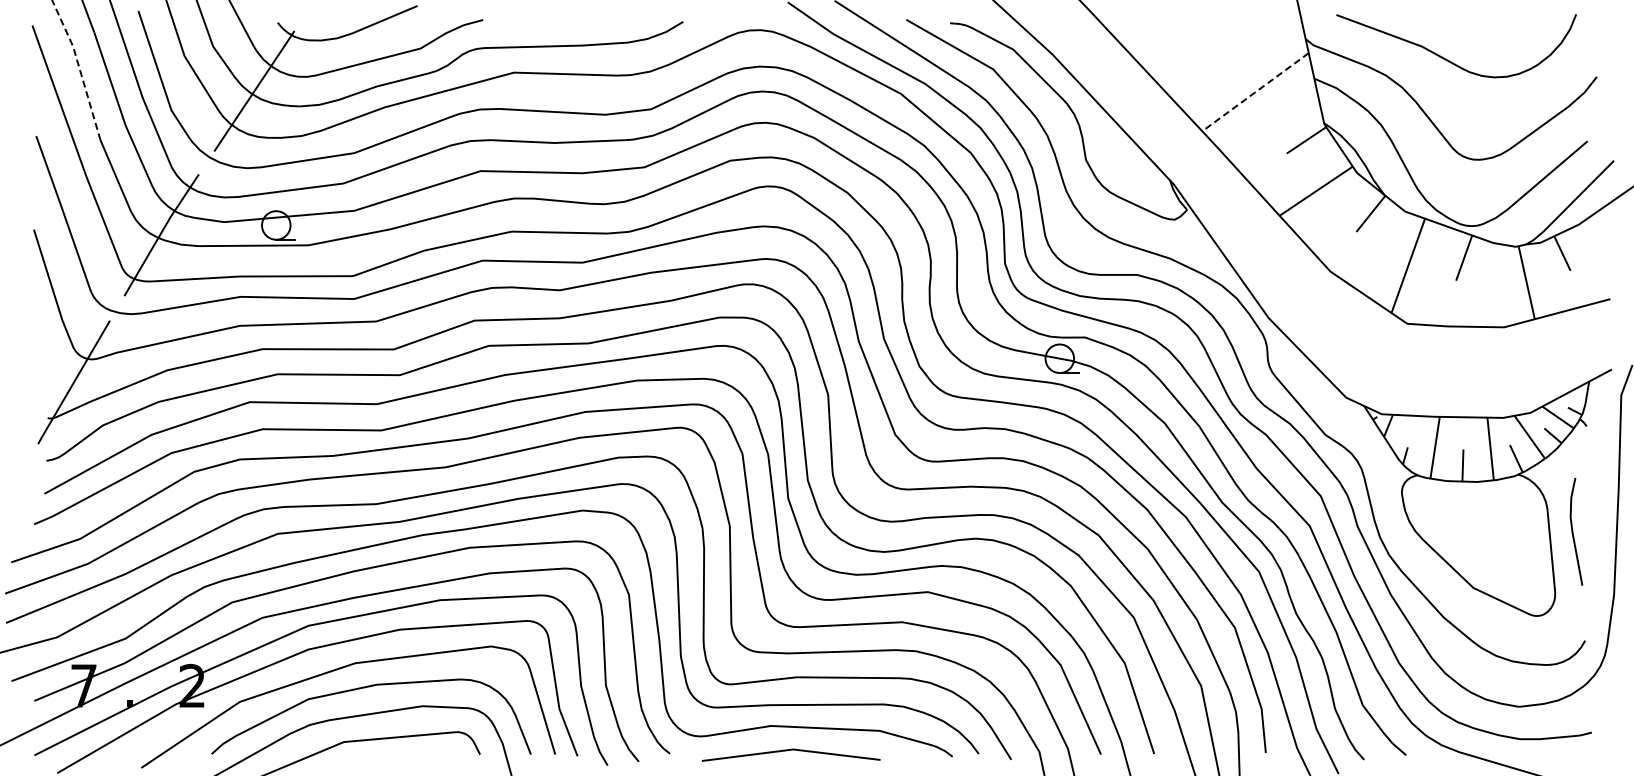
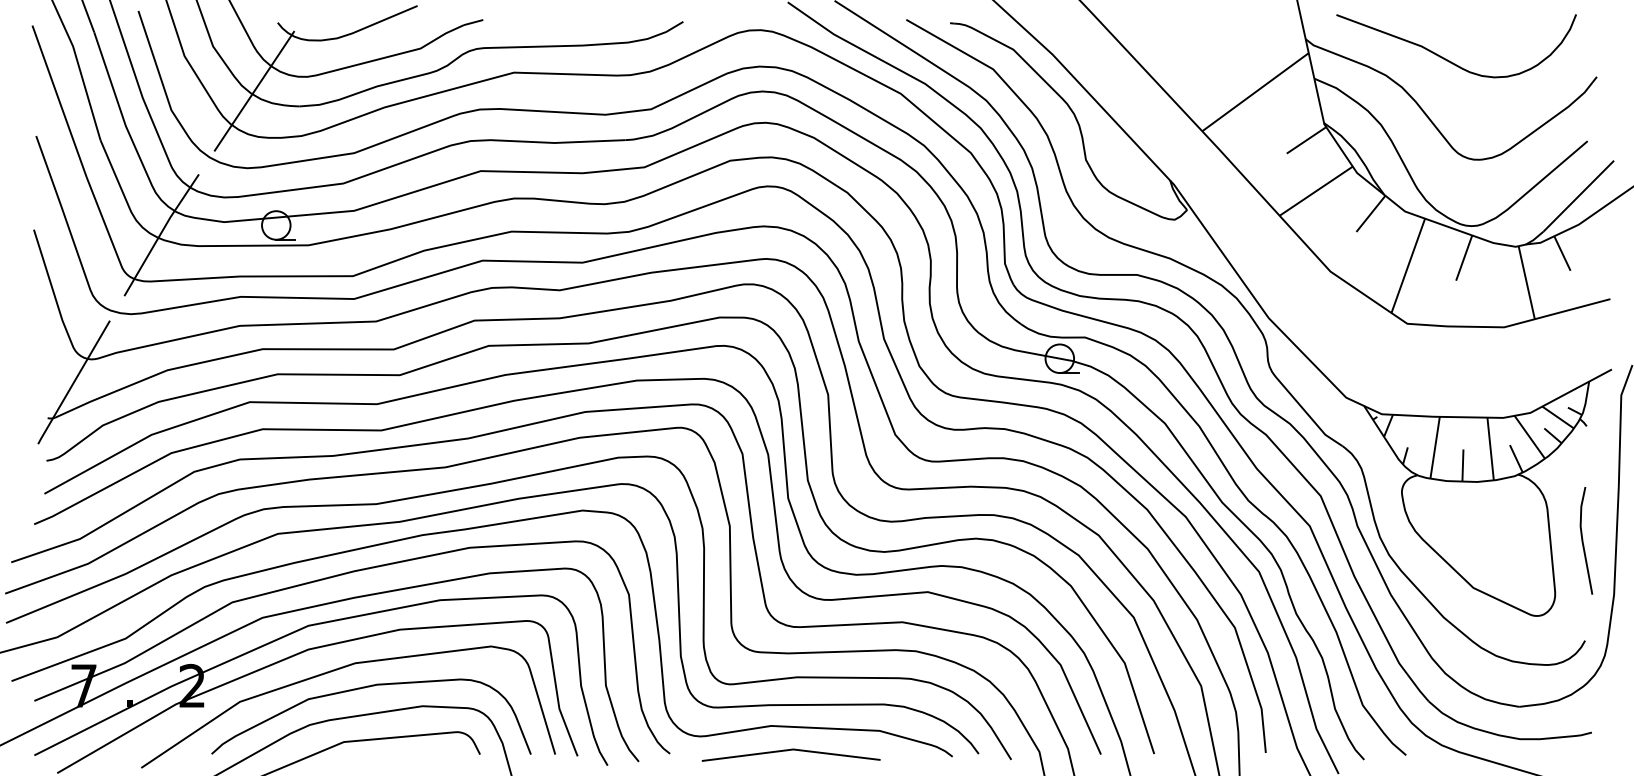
line at (79, 68): dashed -> solid
line at (1255, 92): dashed -> solid
line at (1573, 531) position: (1573, 531) -> (1583, 540)
